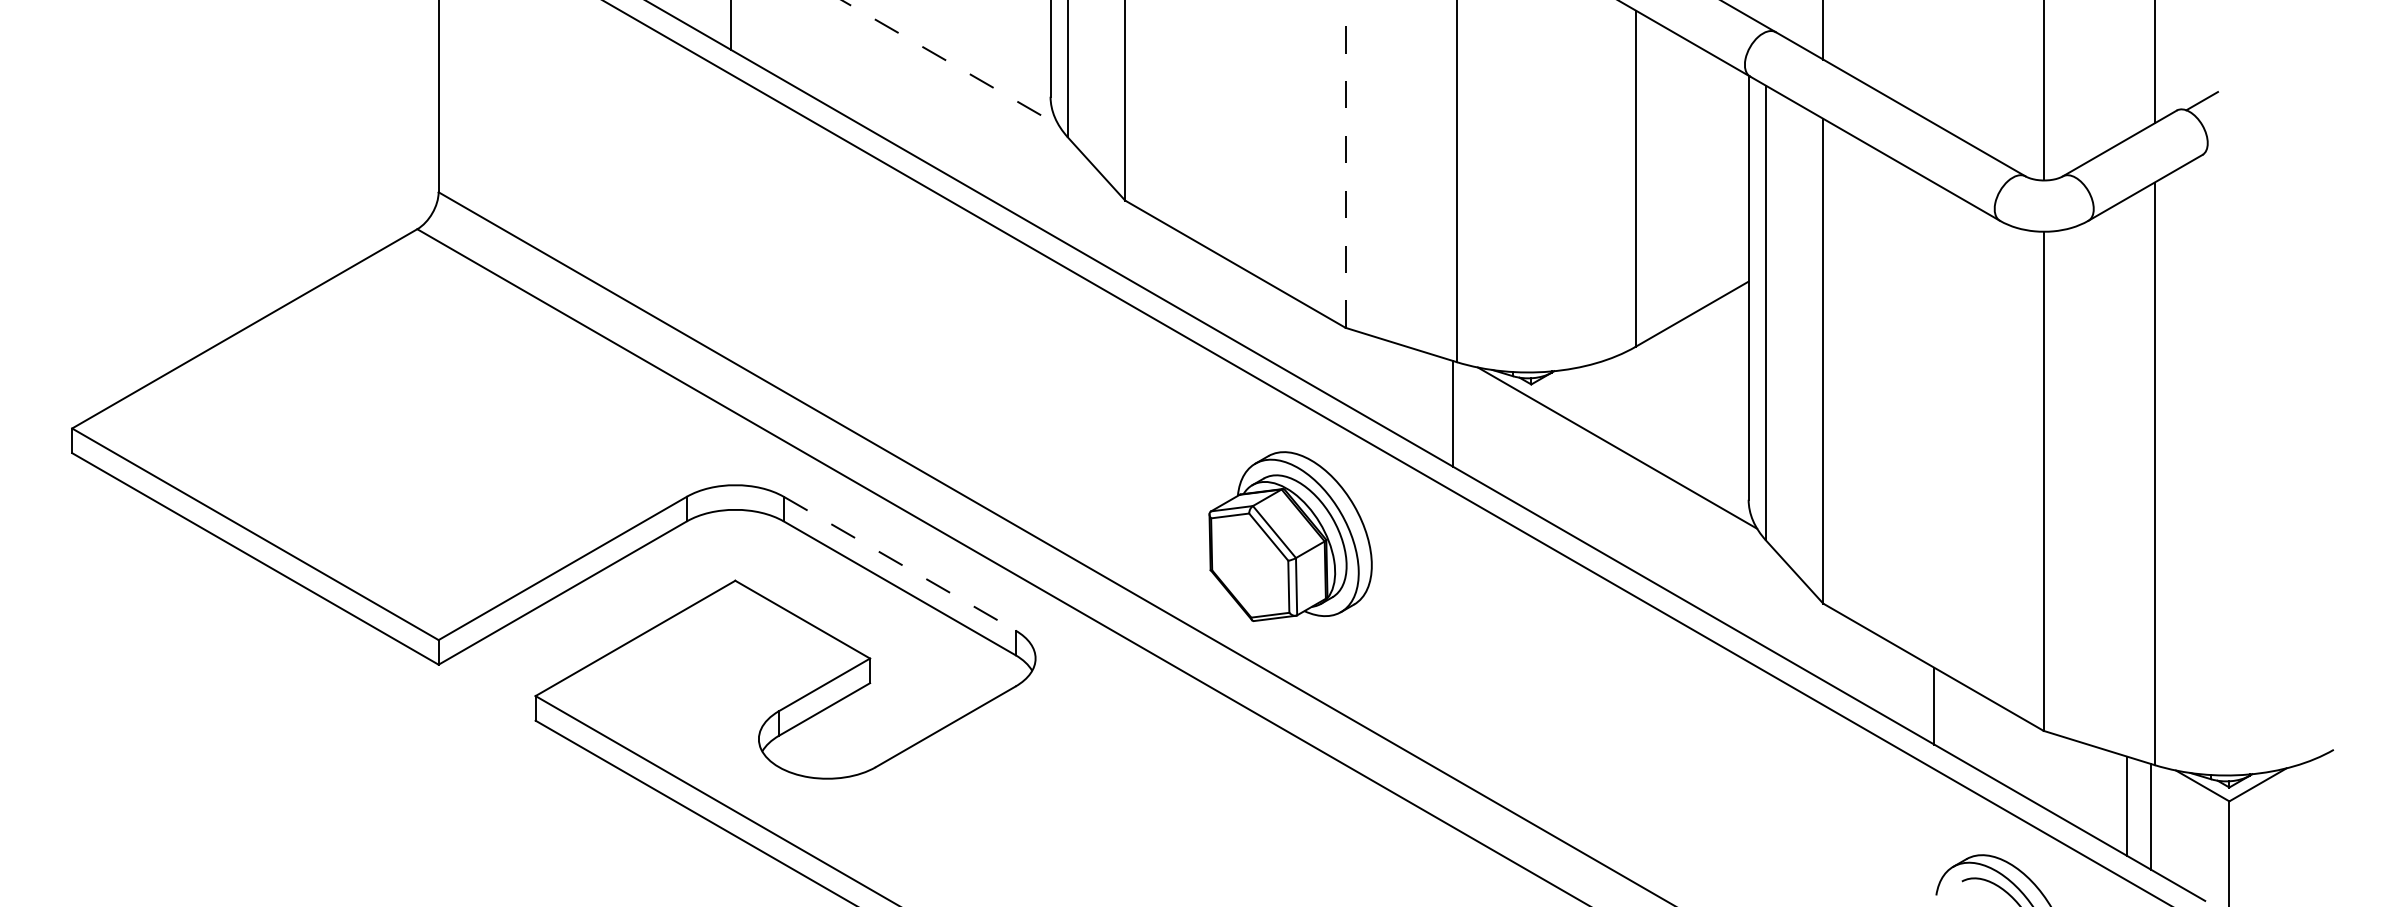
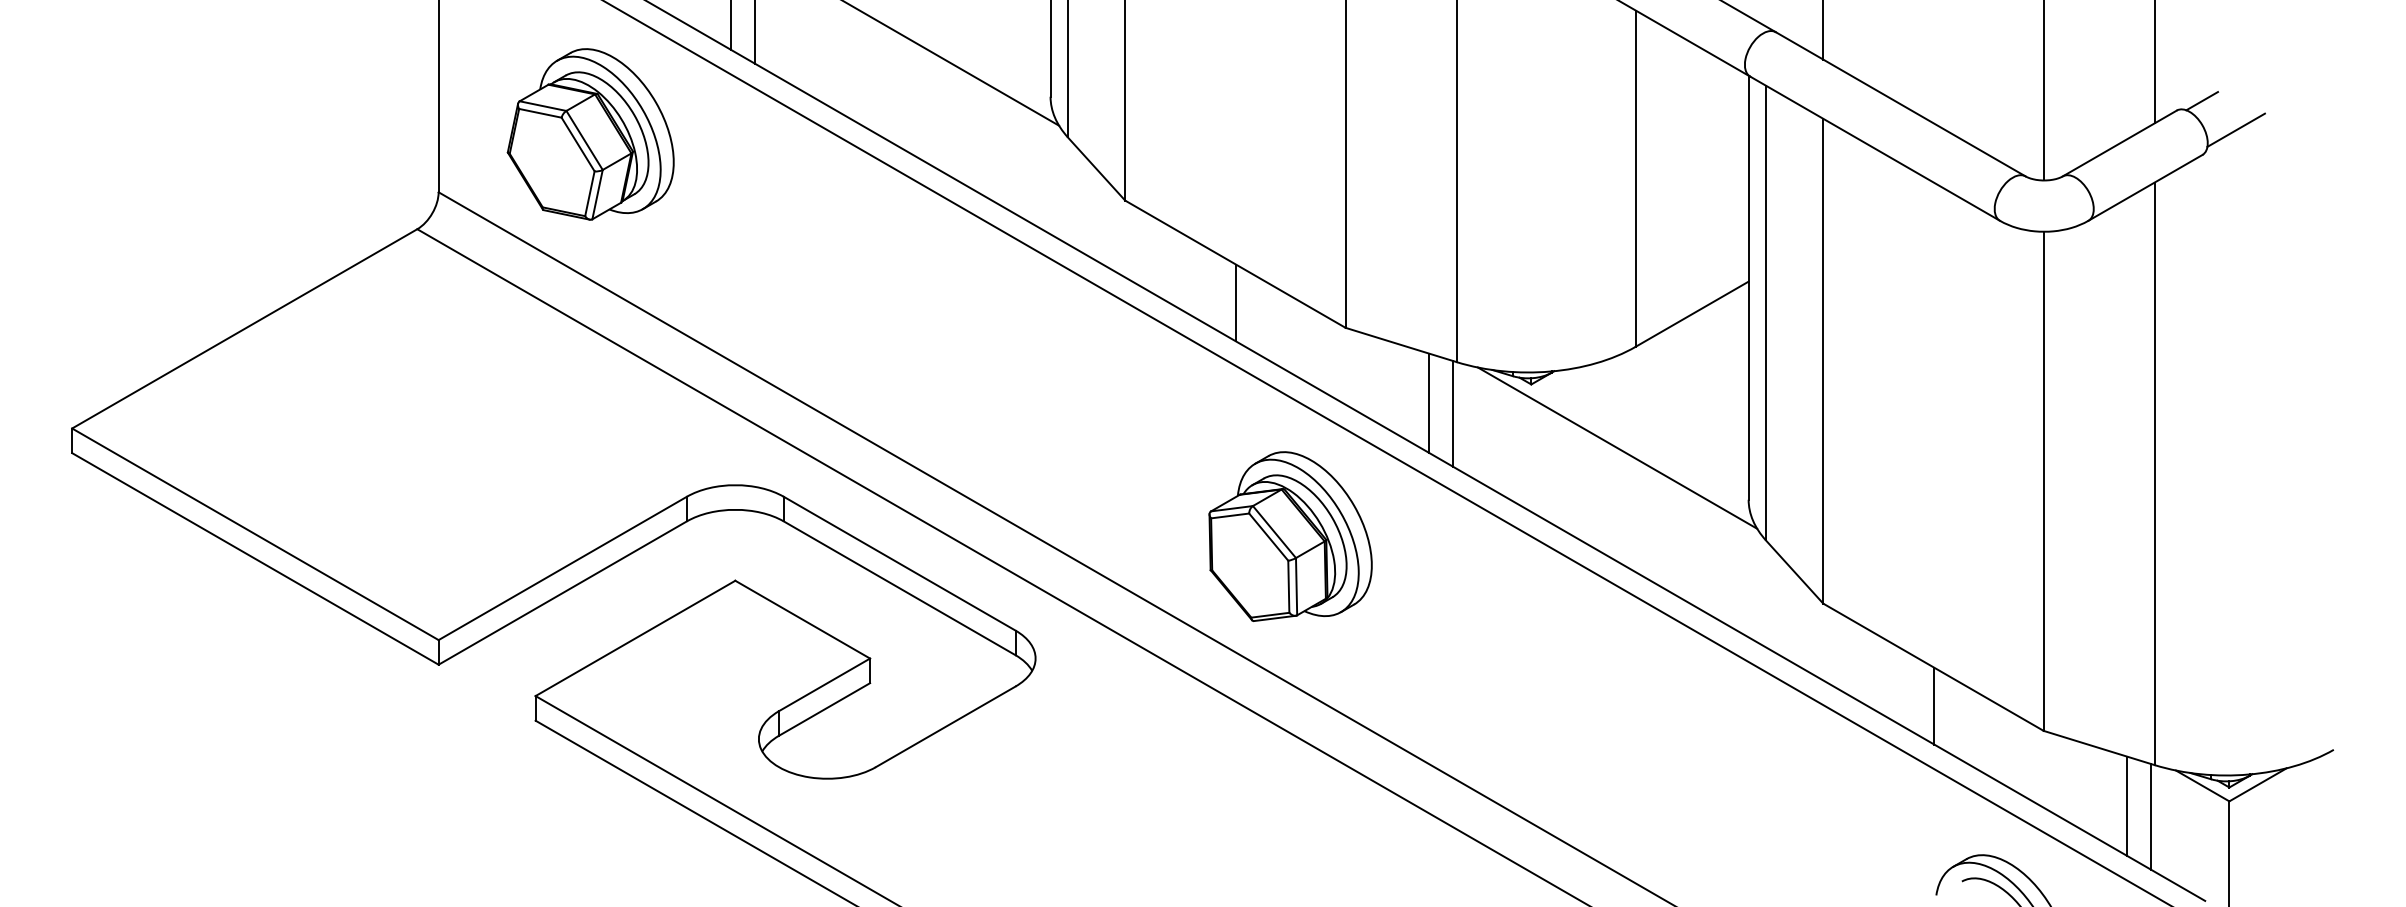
line at (755, 32): none -> present
line at (951, 63): dashed -> solid
line at (2235, 129): none -> present
part at (590, 134): none -> present
line at (1345, 163): dashed -> solid
line at (1236, 302): none -> present
line at (1429, 402): none -> present
line at (899, 563): dashed -> solid
